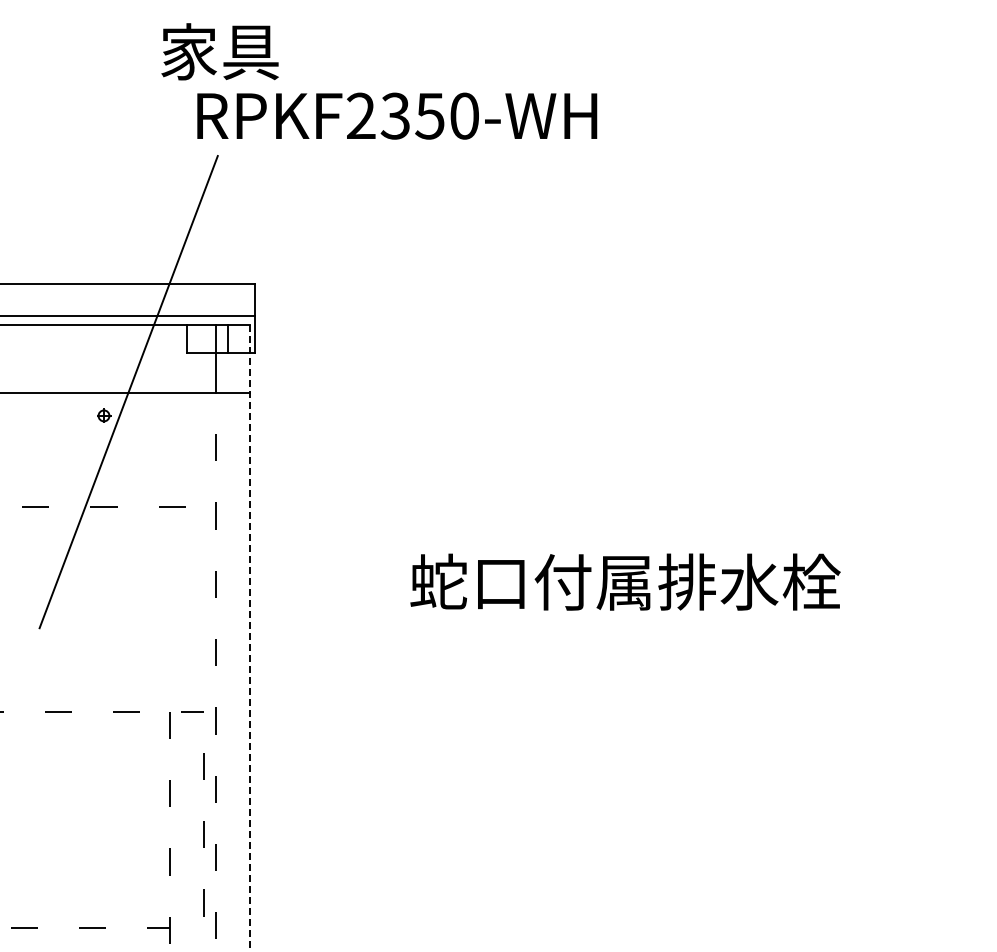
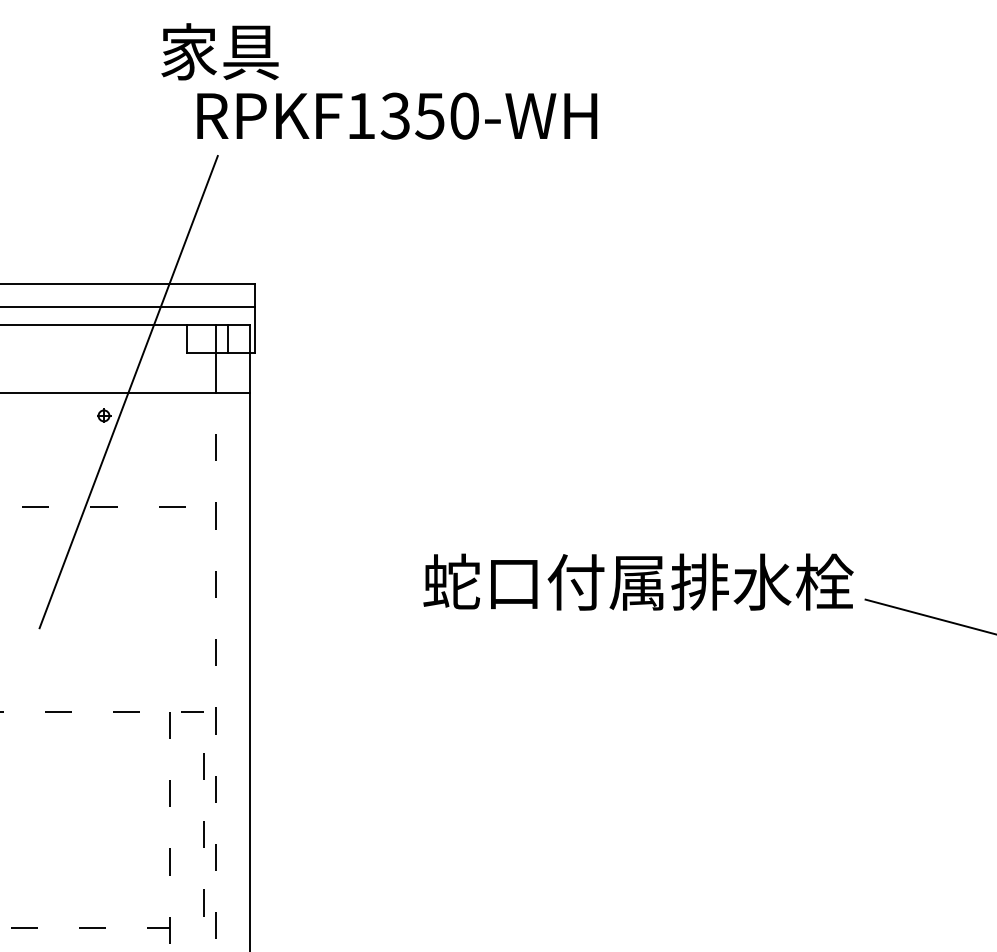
text at (361, 115): RPKF2350-WH -> RPKF1350-WH
line at (128, 316) position: (128, 316) -> (128, 307)
text at (625, 581) position: (625, 581) -> (638, 581)
line at (929, 616): none -> present
line at (249, 638): dashed -> solid
